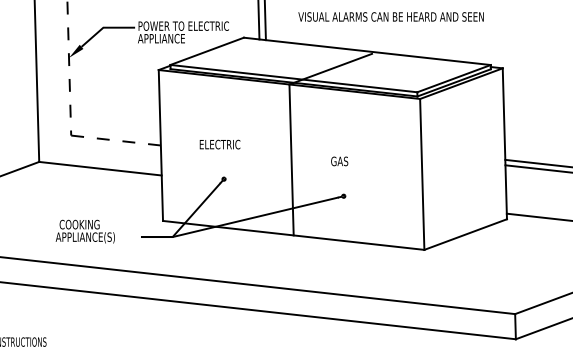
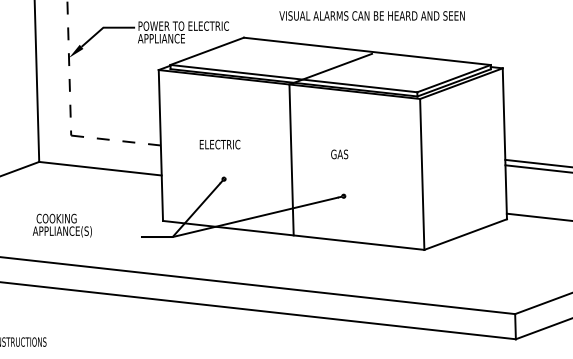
text at (390, 16) position: (390, 16) -> (371, 15)
line at (258, 20): present -> none
line at (264, 21): present -> none
text at (339, 161) position: (339, 161) -> (339, 154)
text at (84, 231) position: (84, 231) -> (61, 225)
